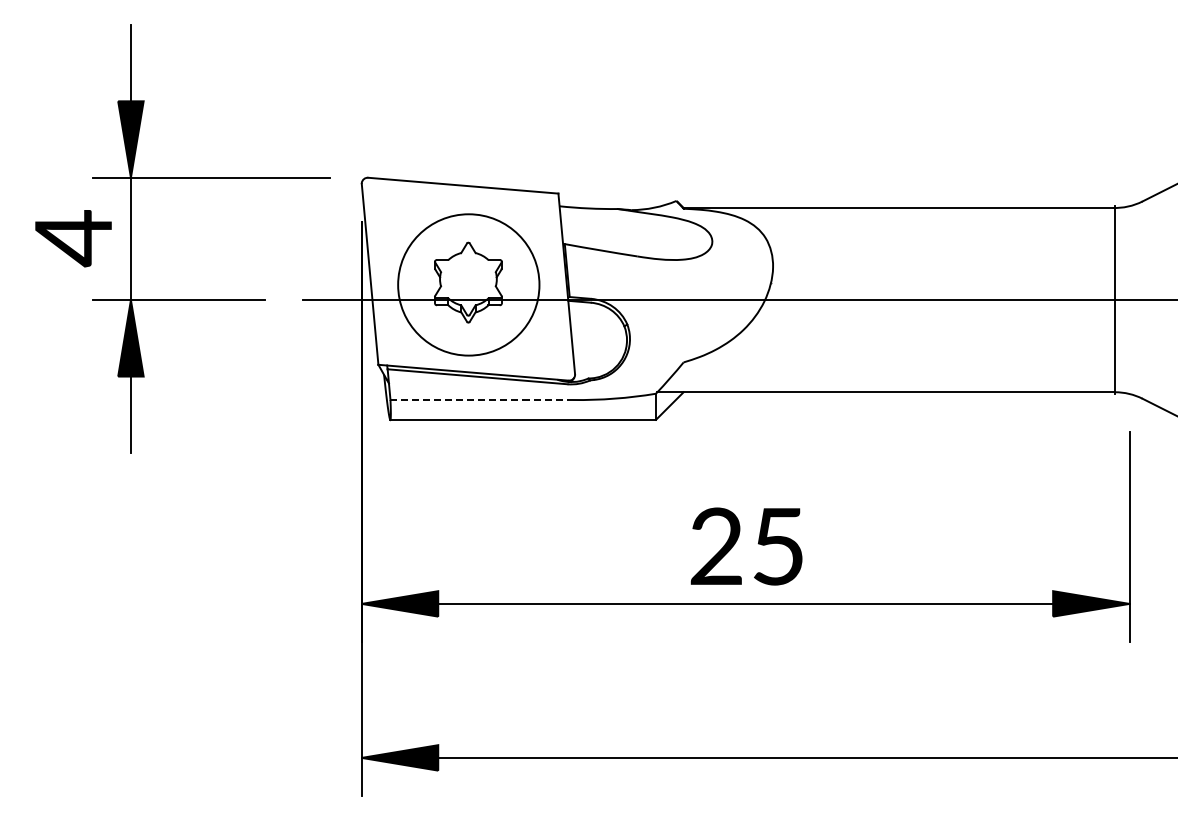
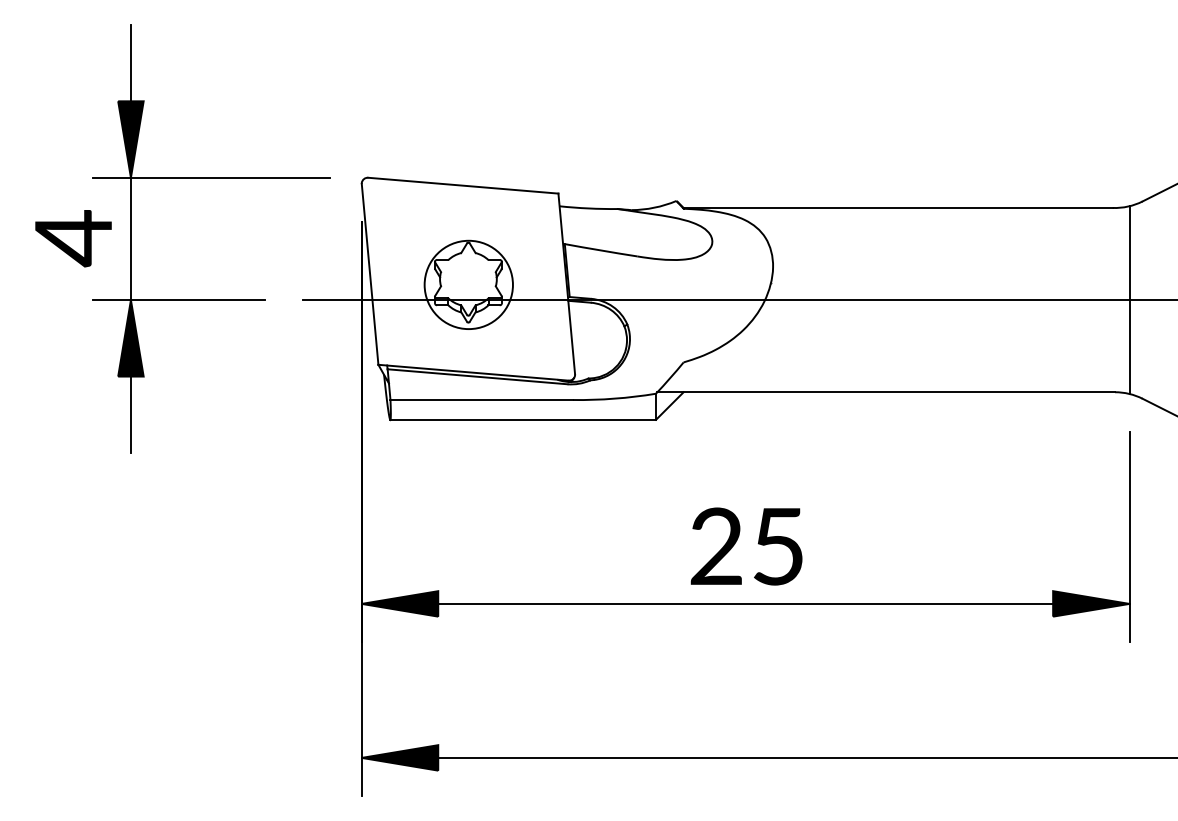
circle at (468, 284) diameter: 141 px -> 88 px
line at (1114, 299) position: (1114, 299) -> (1129, 299)
line at (482, 400): dashed -> solid
